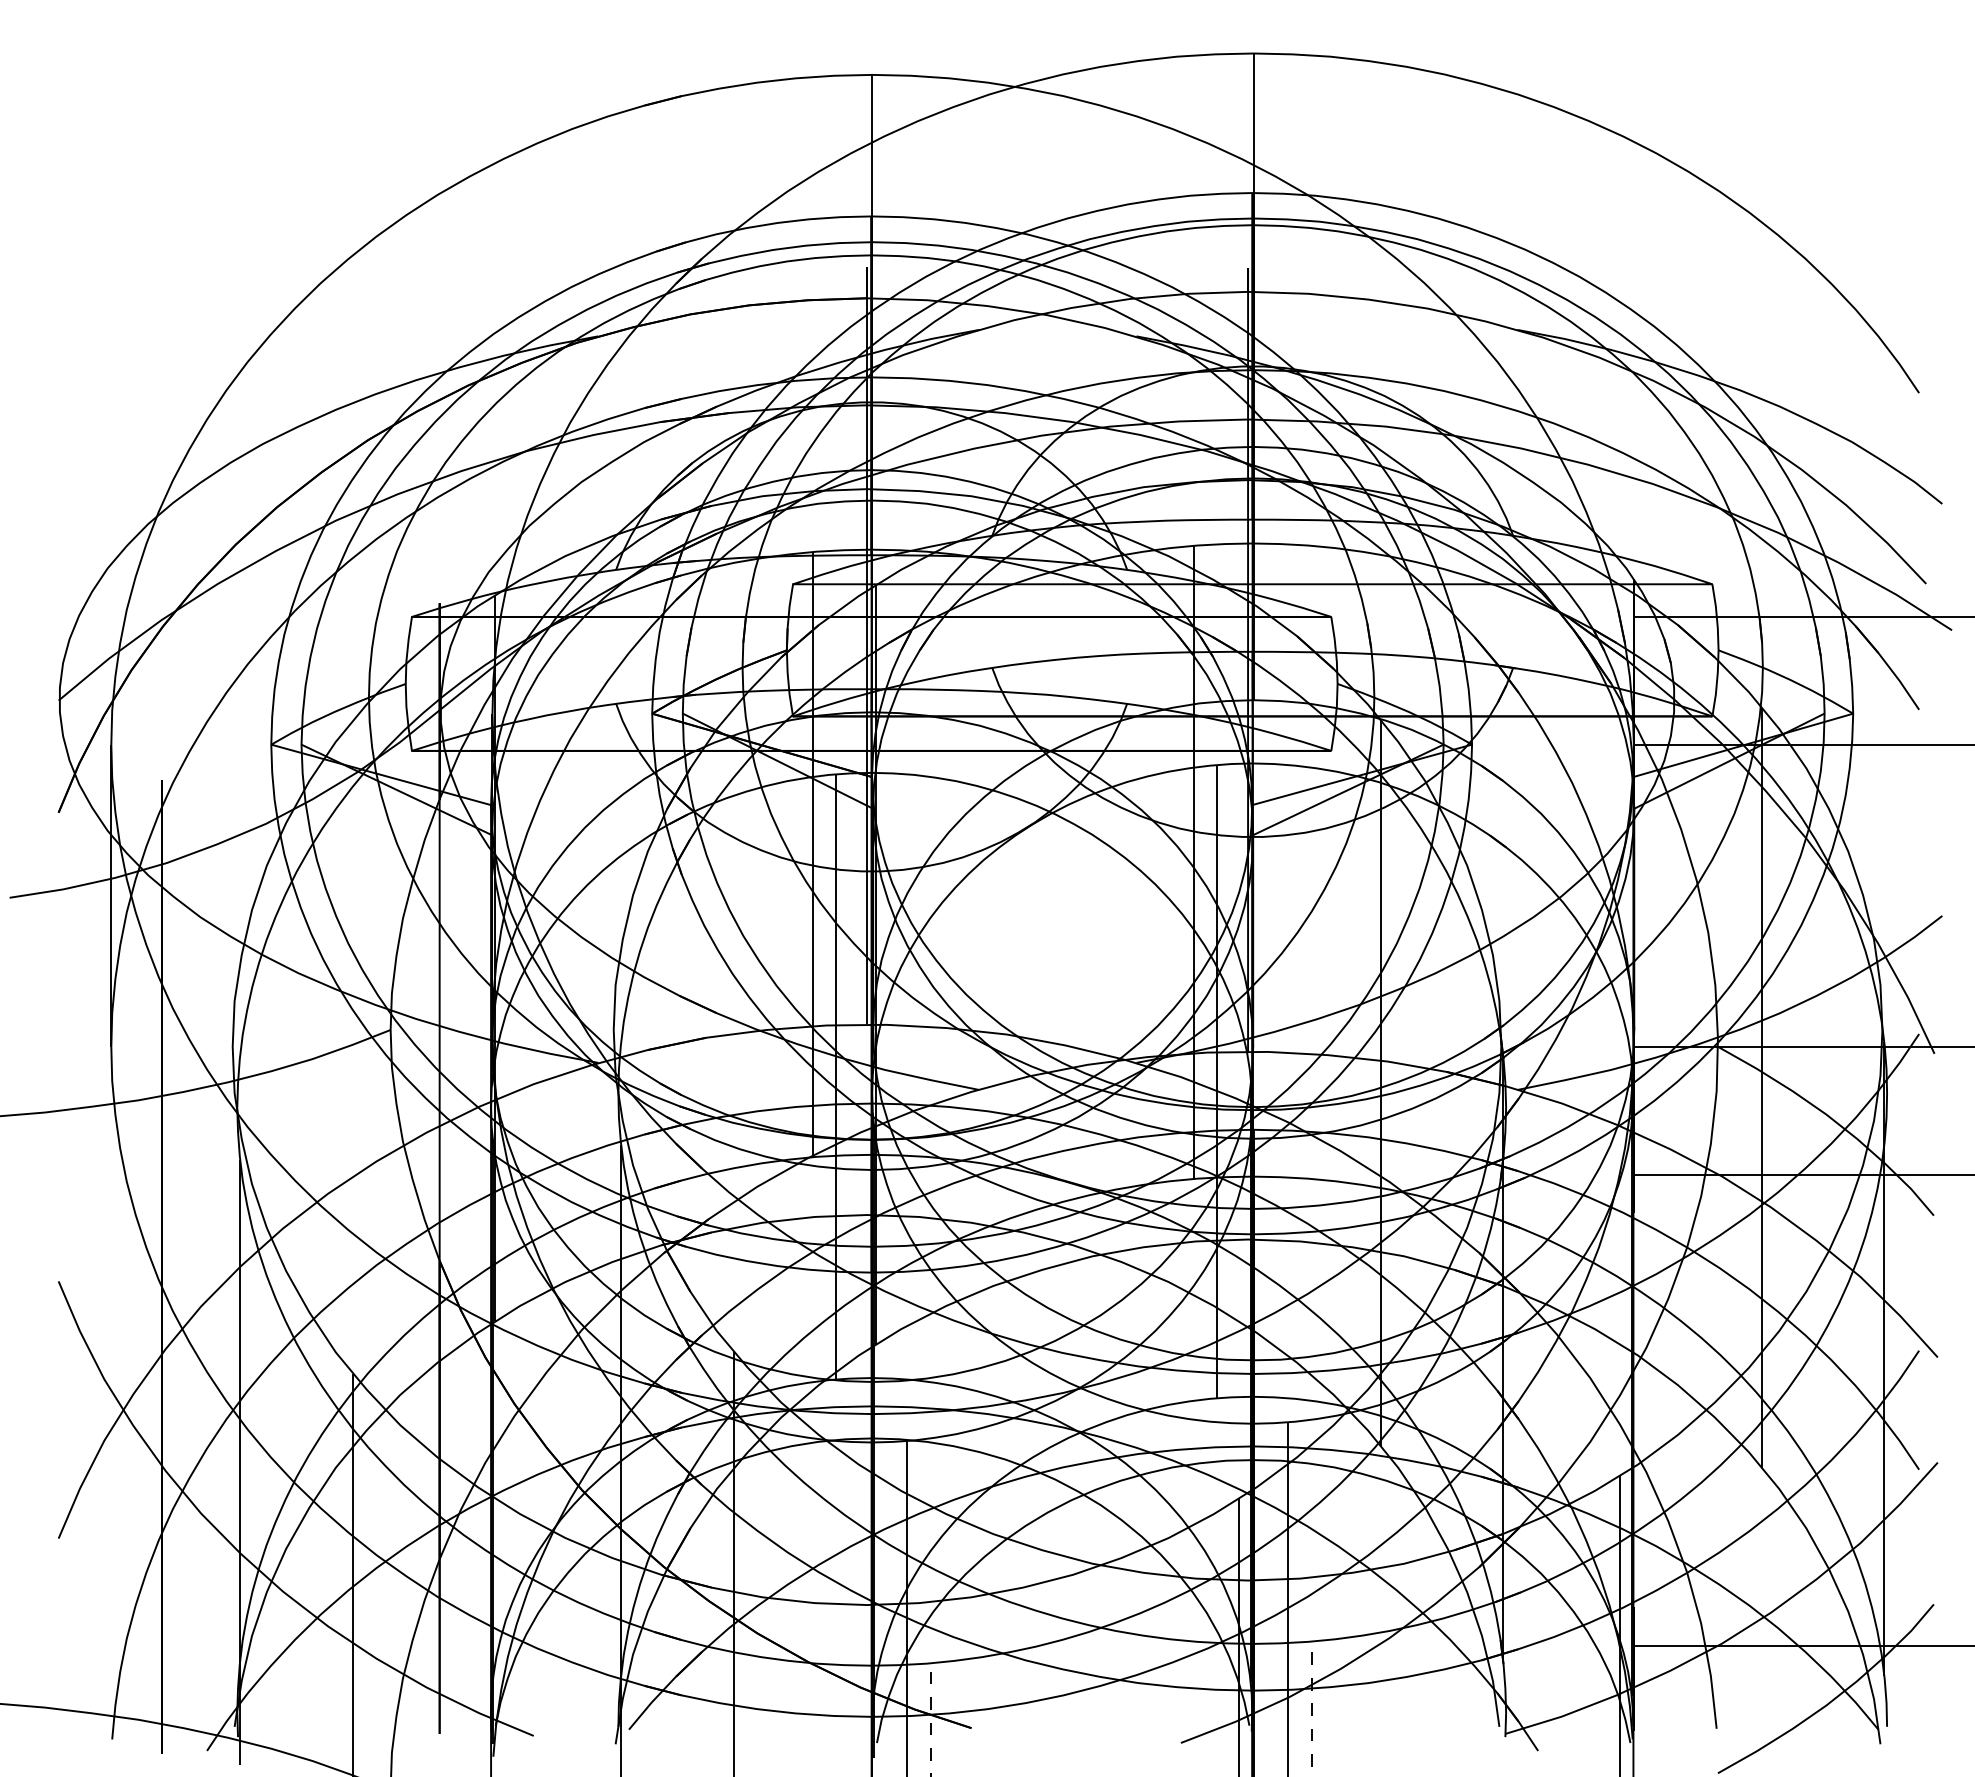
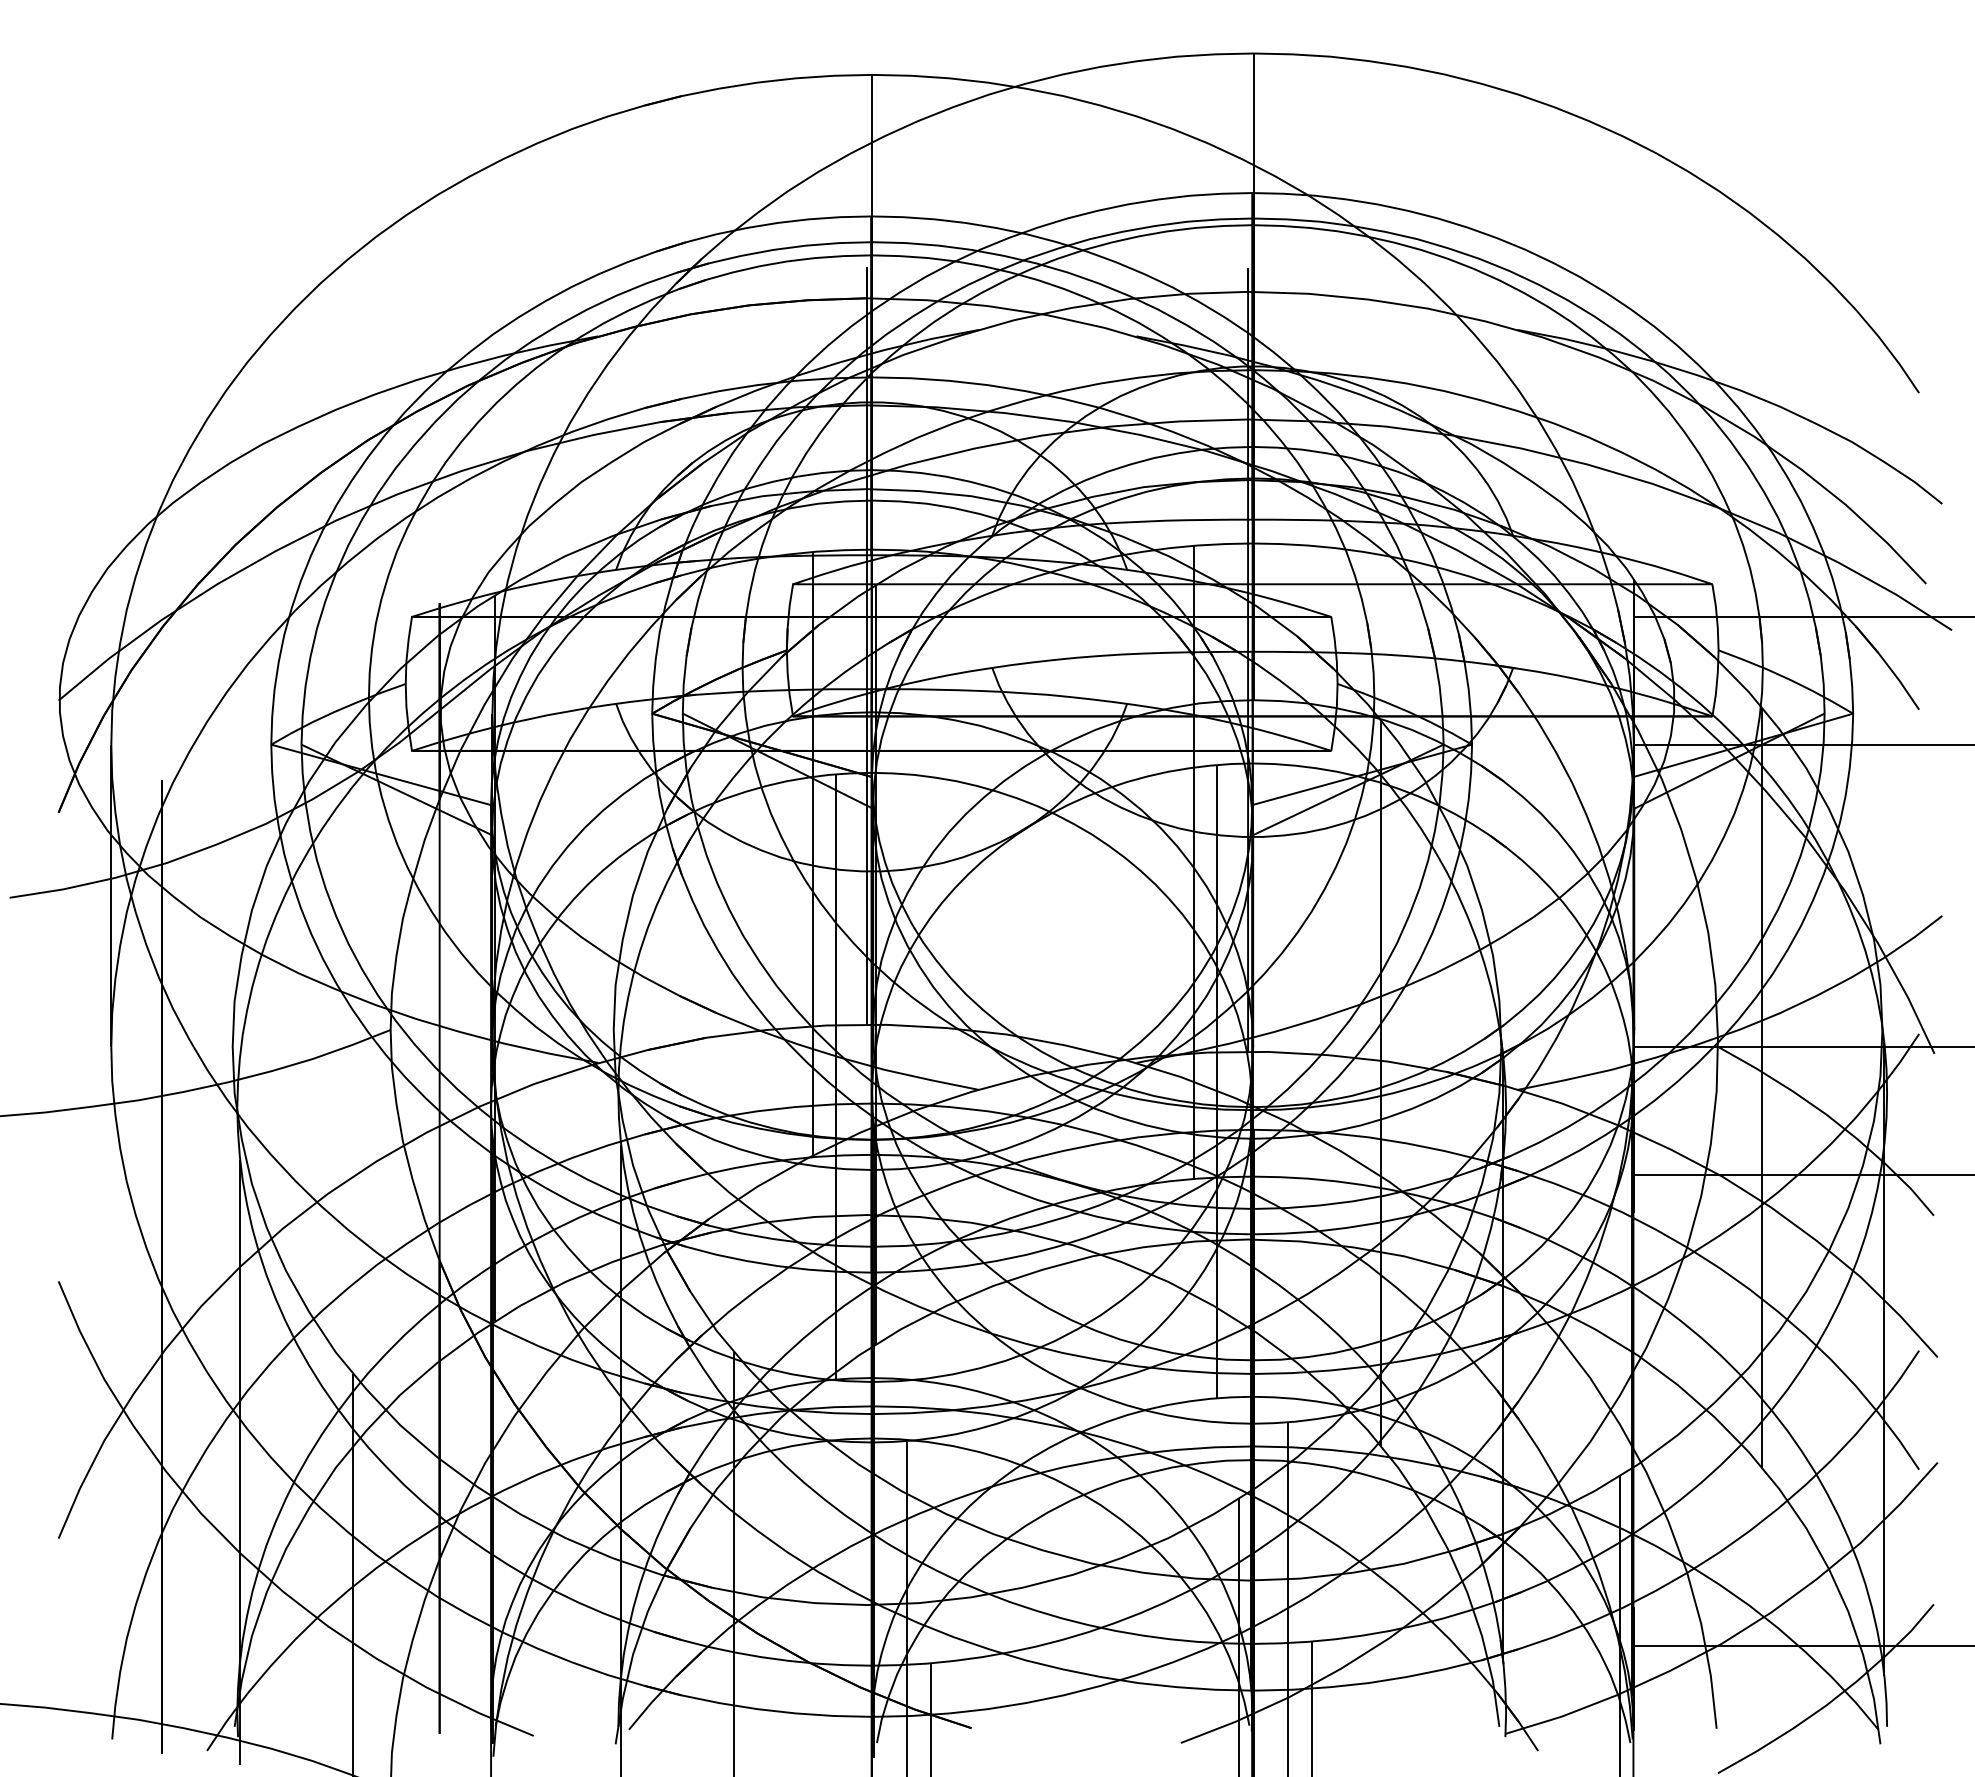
line at (1311, 1708): dashed -> solid
line at (930, 1719): dashed -> solid
